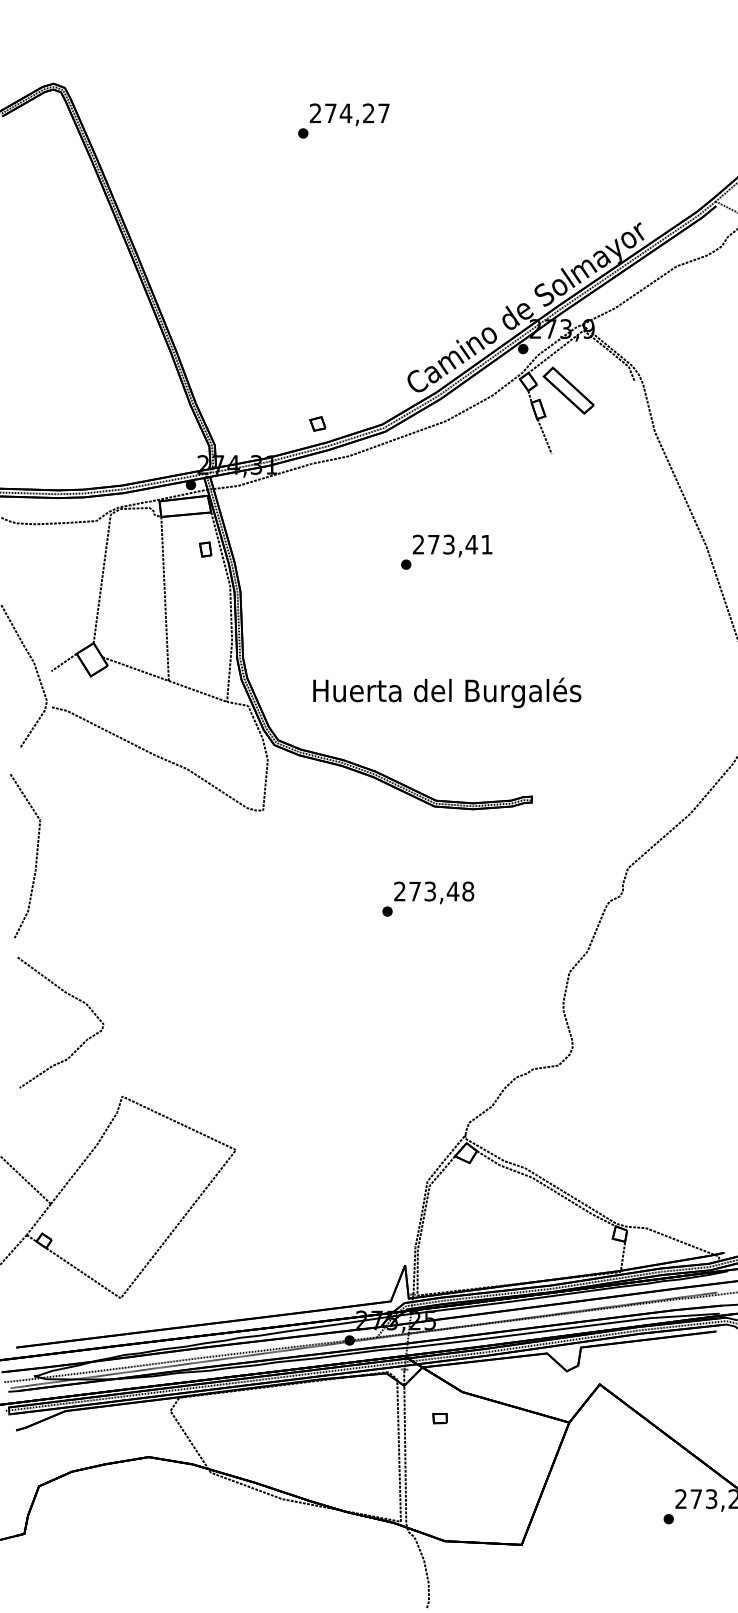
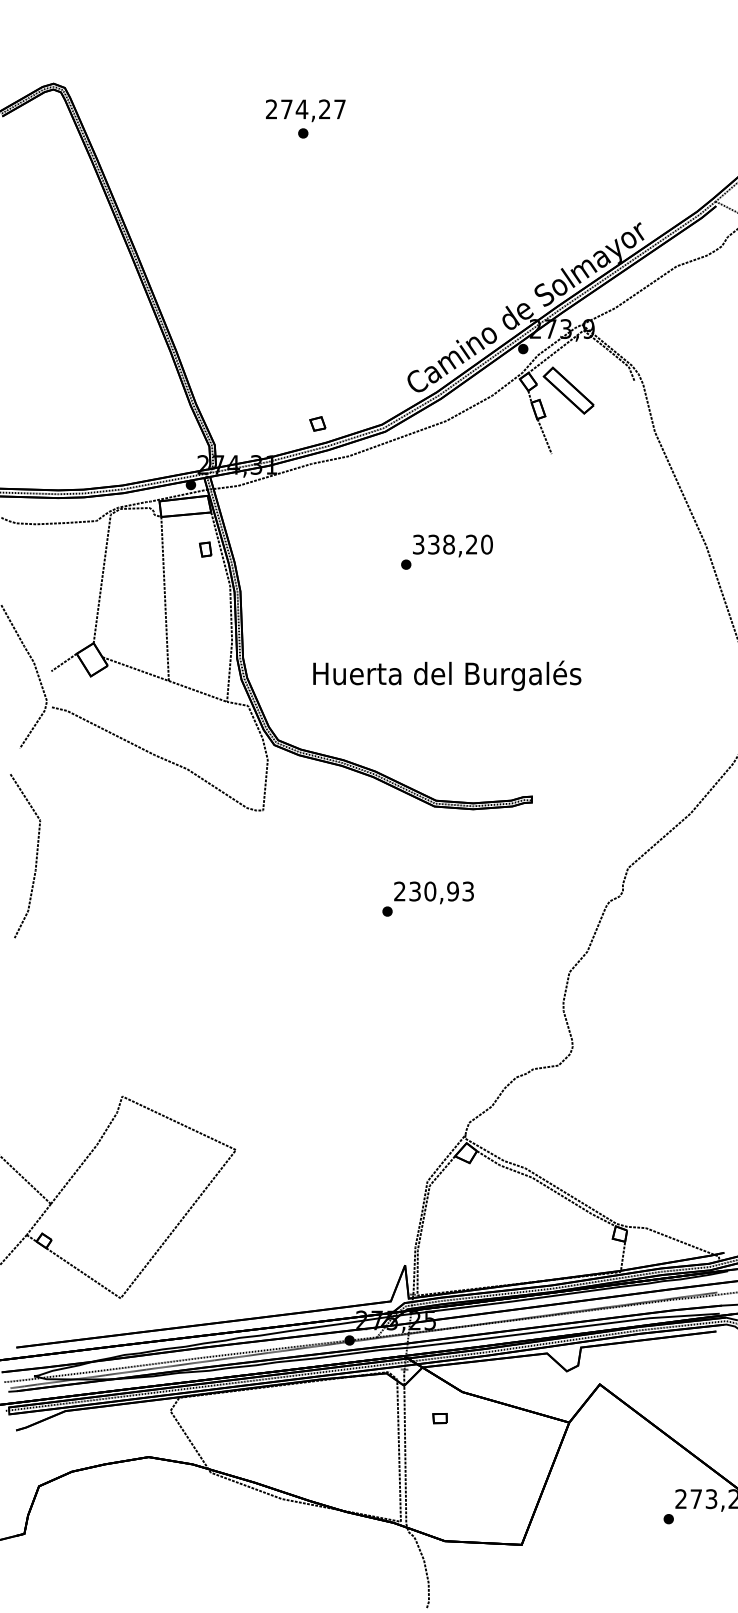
text at (349, 114) position: (349, 114) -> (305, 110)
text at (452, 544): 273,41 -> 338,20
text at (447, 692) position: (447, 692) -> (447, 675)
text at (441, 891): 273,48 -> 230,93
curve at (72, 997): present -> none
